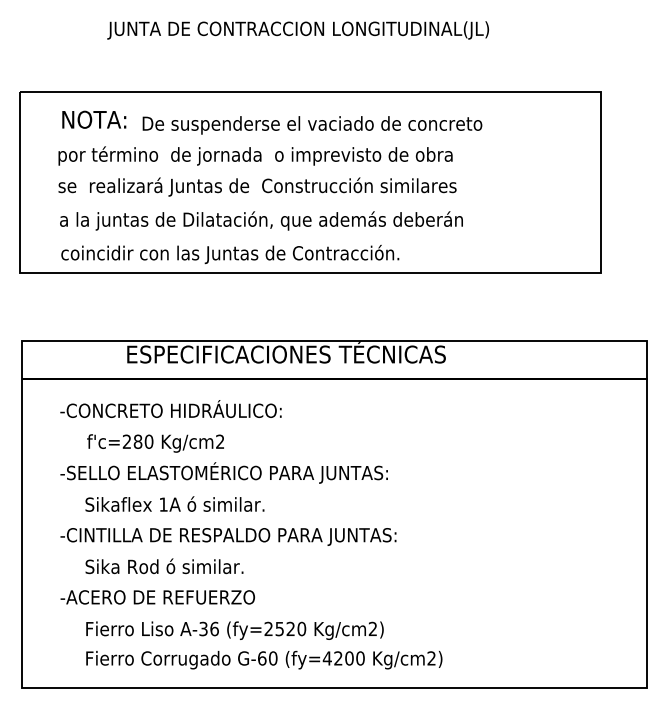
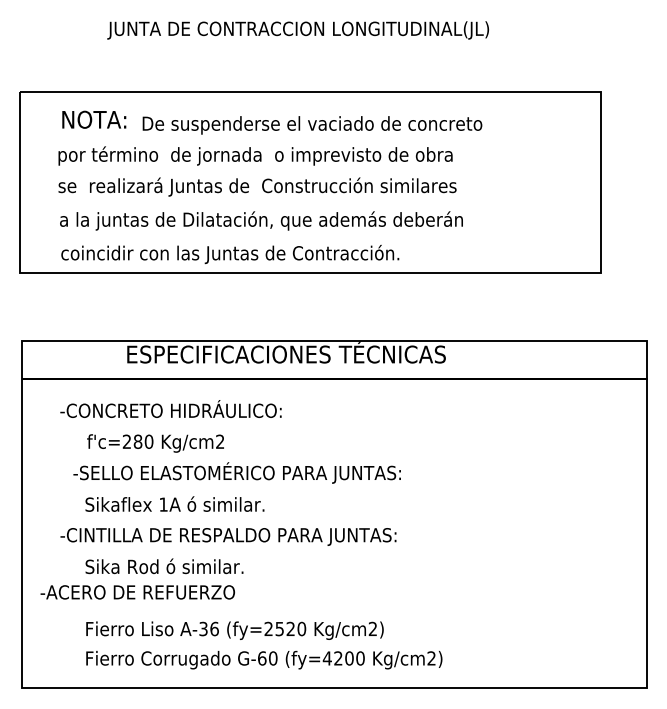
text at (223, 472) position: (223, 472) -> (236, 472)
text at (157, 597) position: (157, 597) -> (137, 592)
